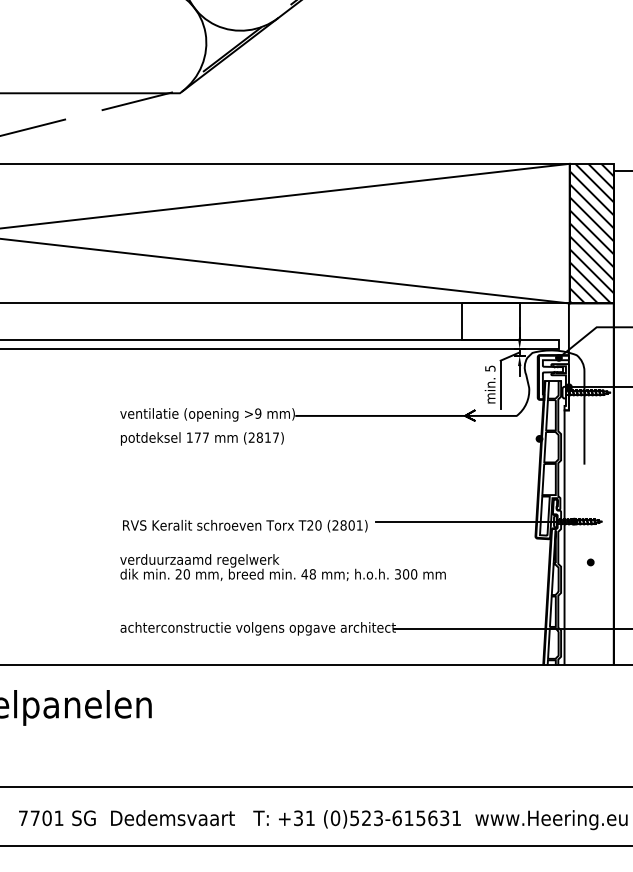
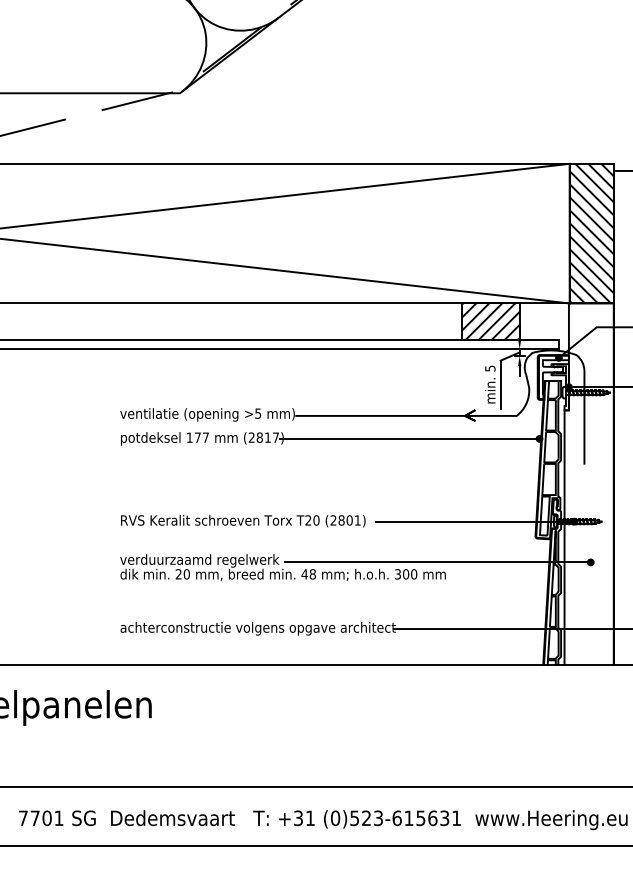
hatch at (490, 321): none -> present
text at (258, 413): >9 -> >5
line at (409, 438): none -> present
text at (245, 526) position: (245, 526) -> (243, 521)
line at (437, 562): none -> present
